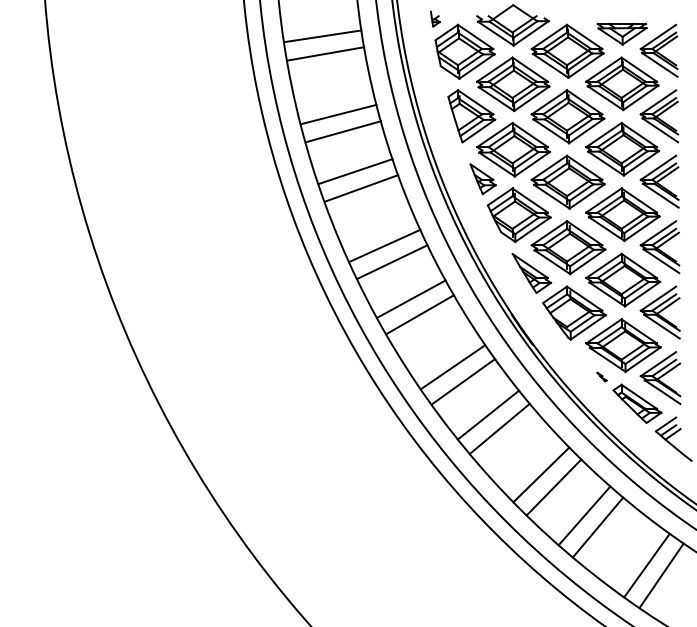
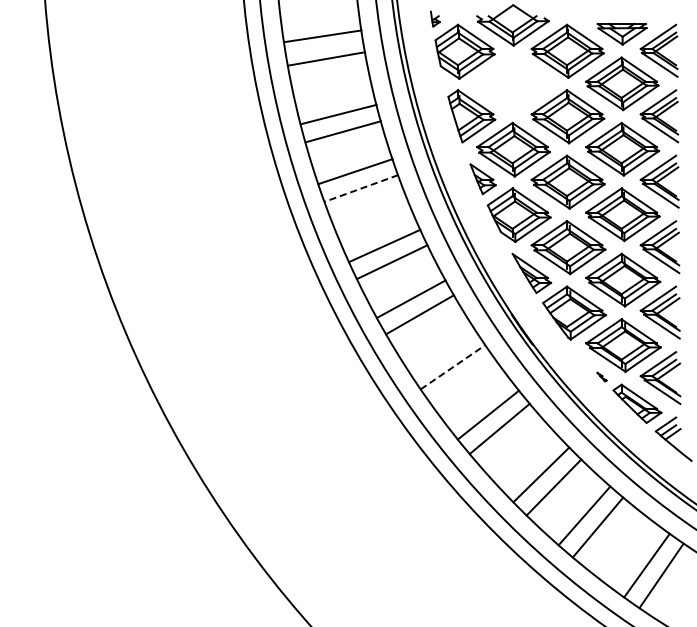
line at (325, 53) position: (325, 53) -> (326, 58)
part at (513, 84): present -> none
line at (360, 188): solid -> dashed
line at (453, 366): solid -> dashed
line at (463, 381): present -> none
